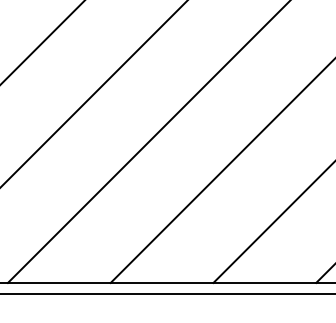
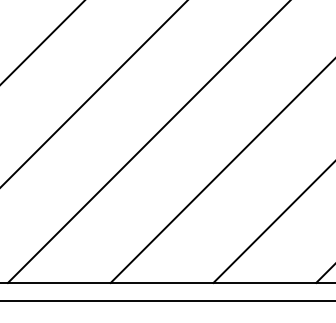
line at (167, 294) position: (167, 294) -> (167, 301)
